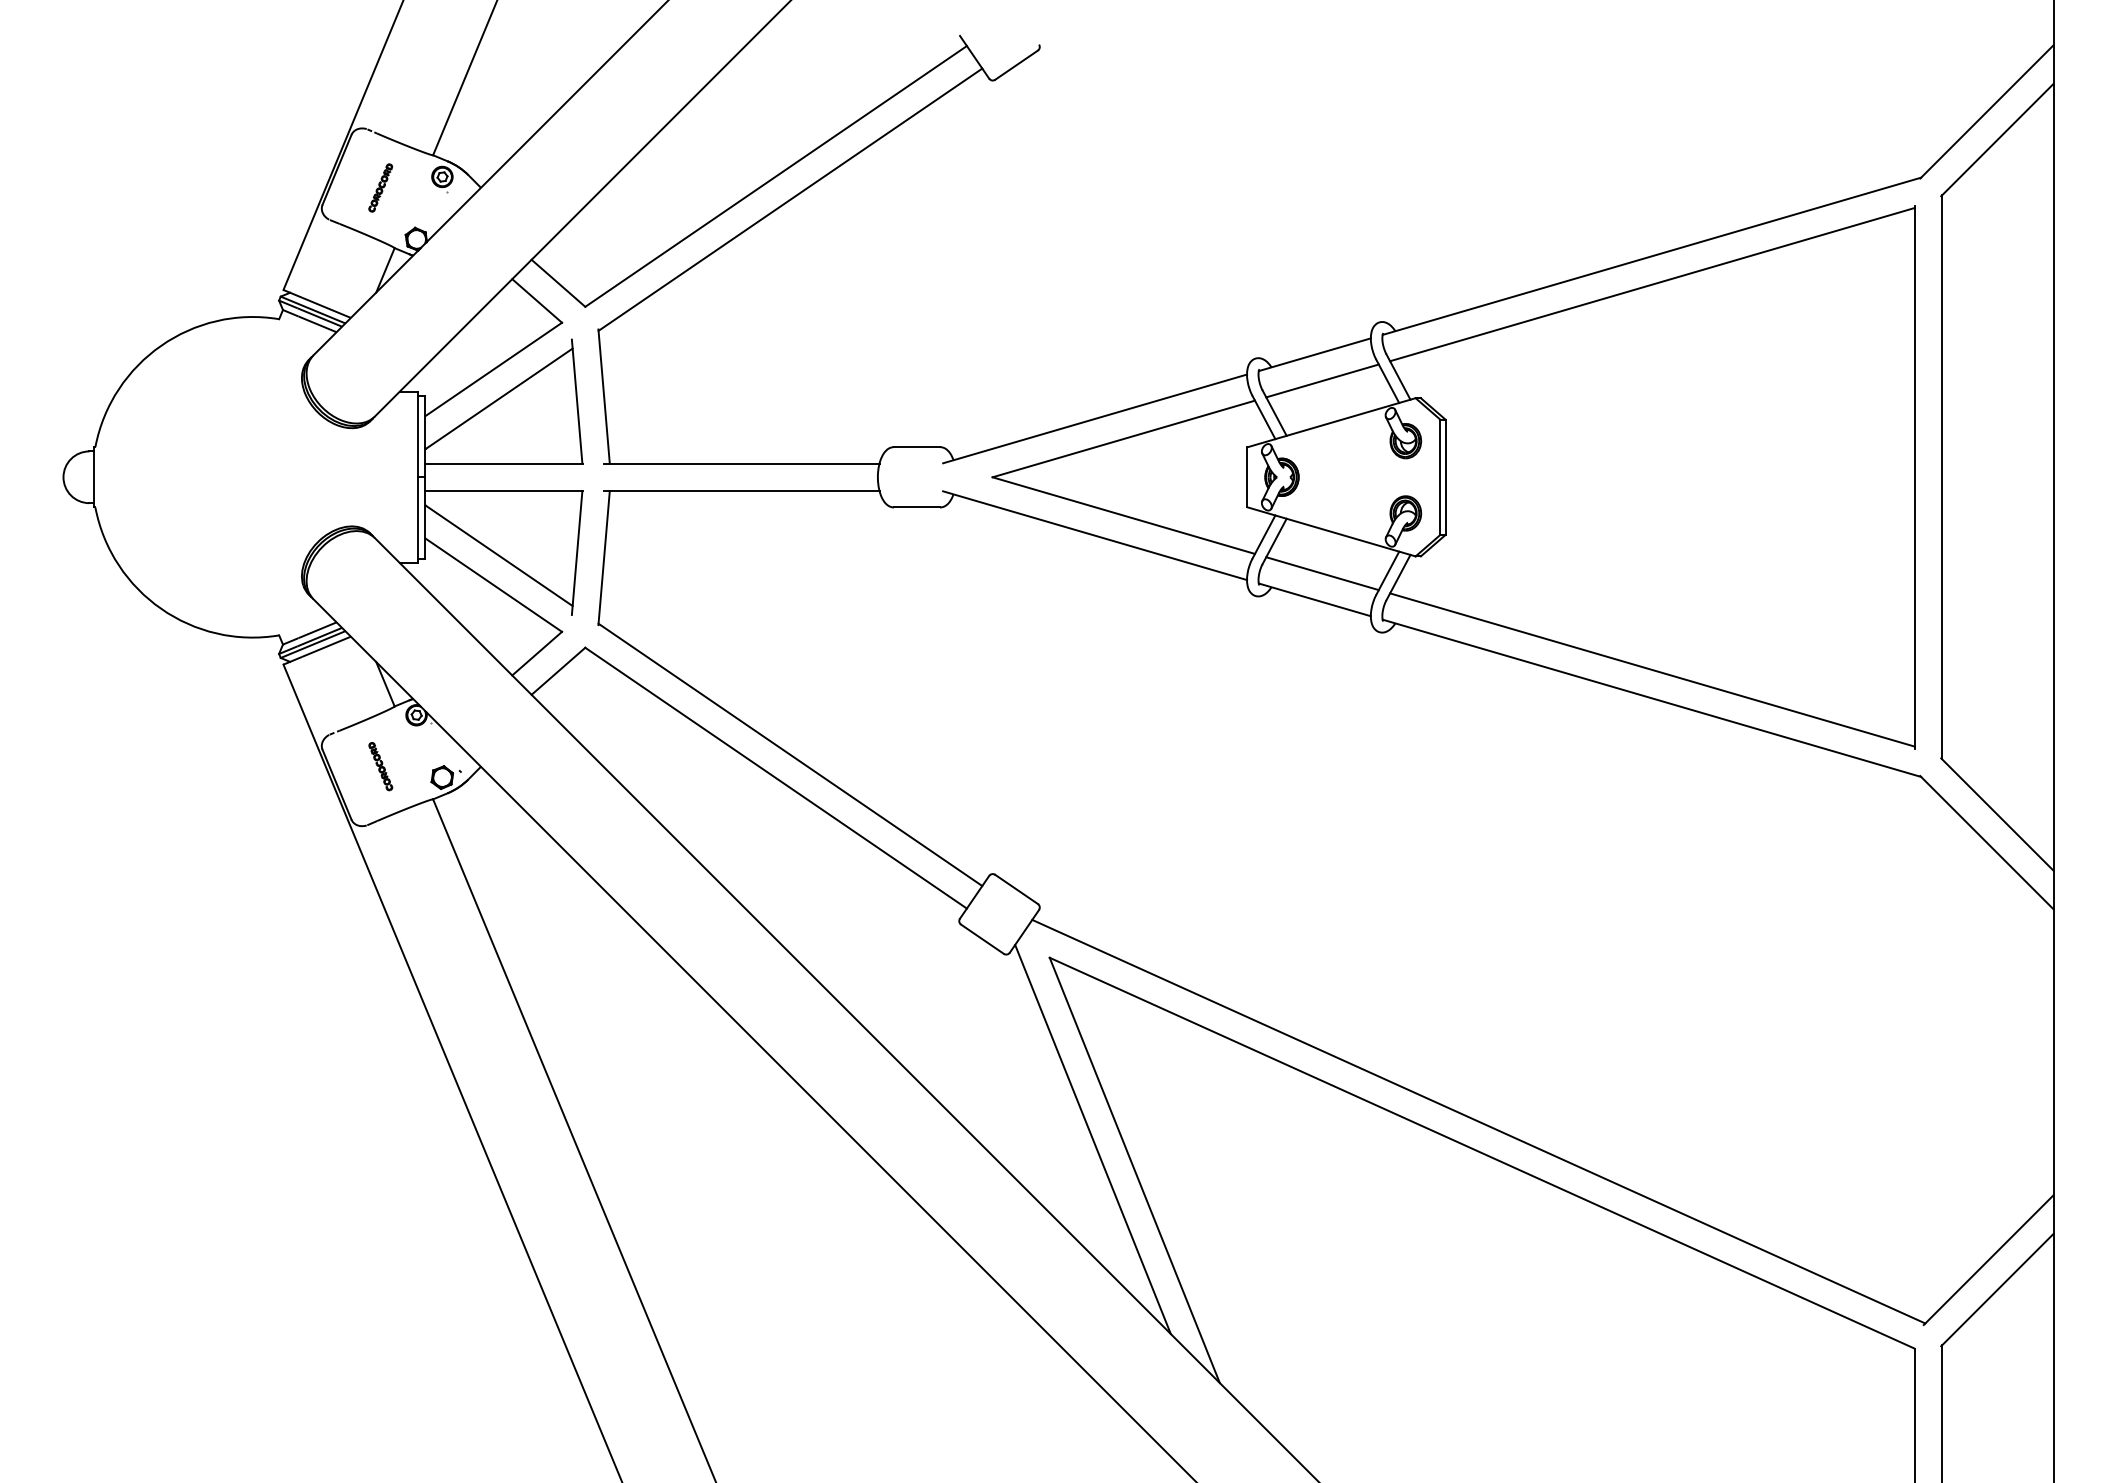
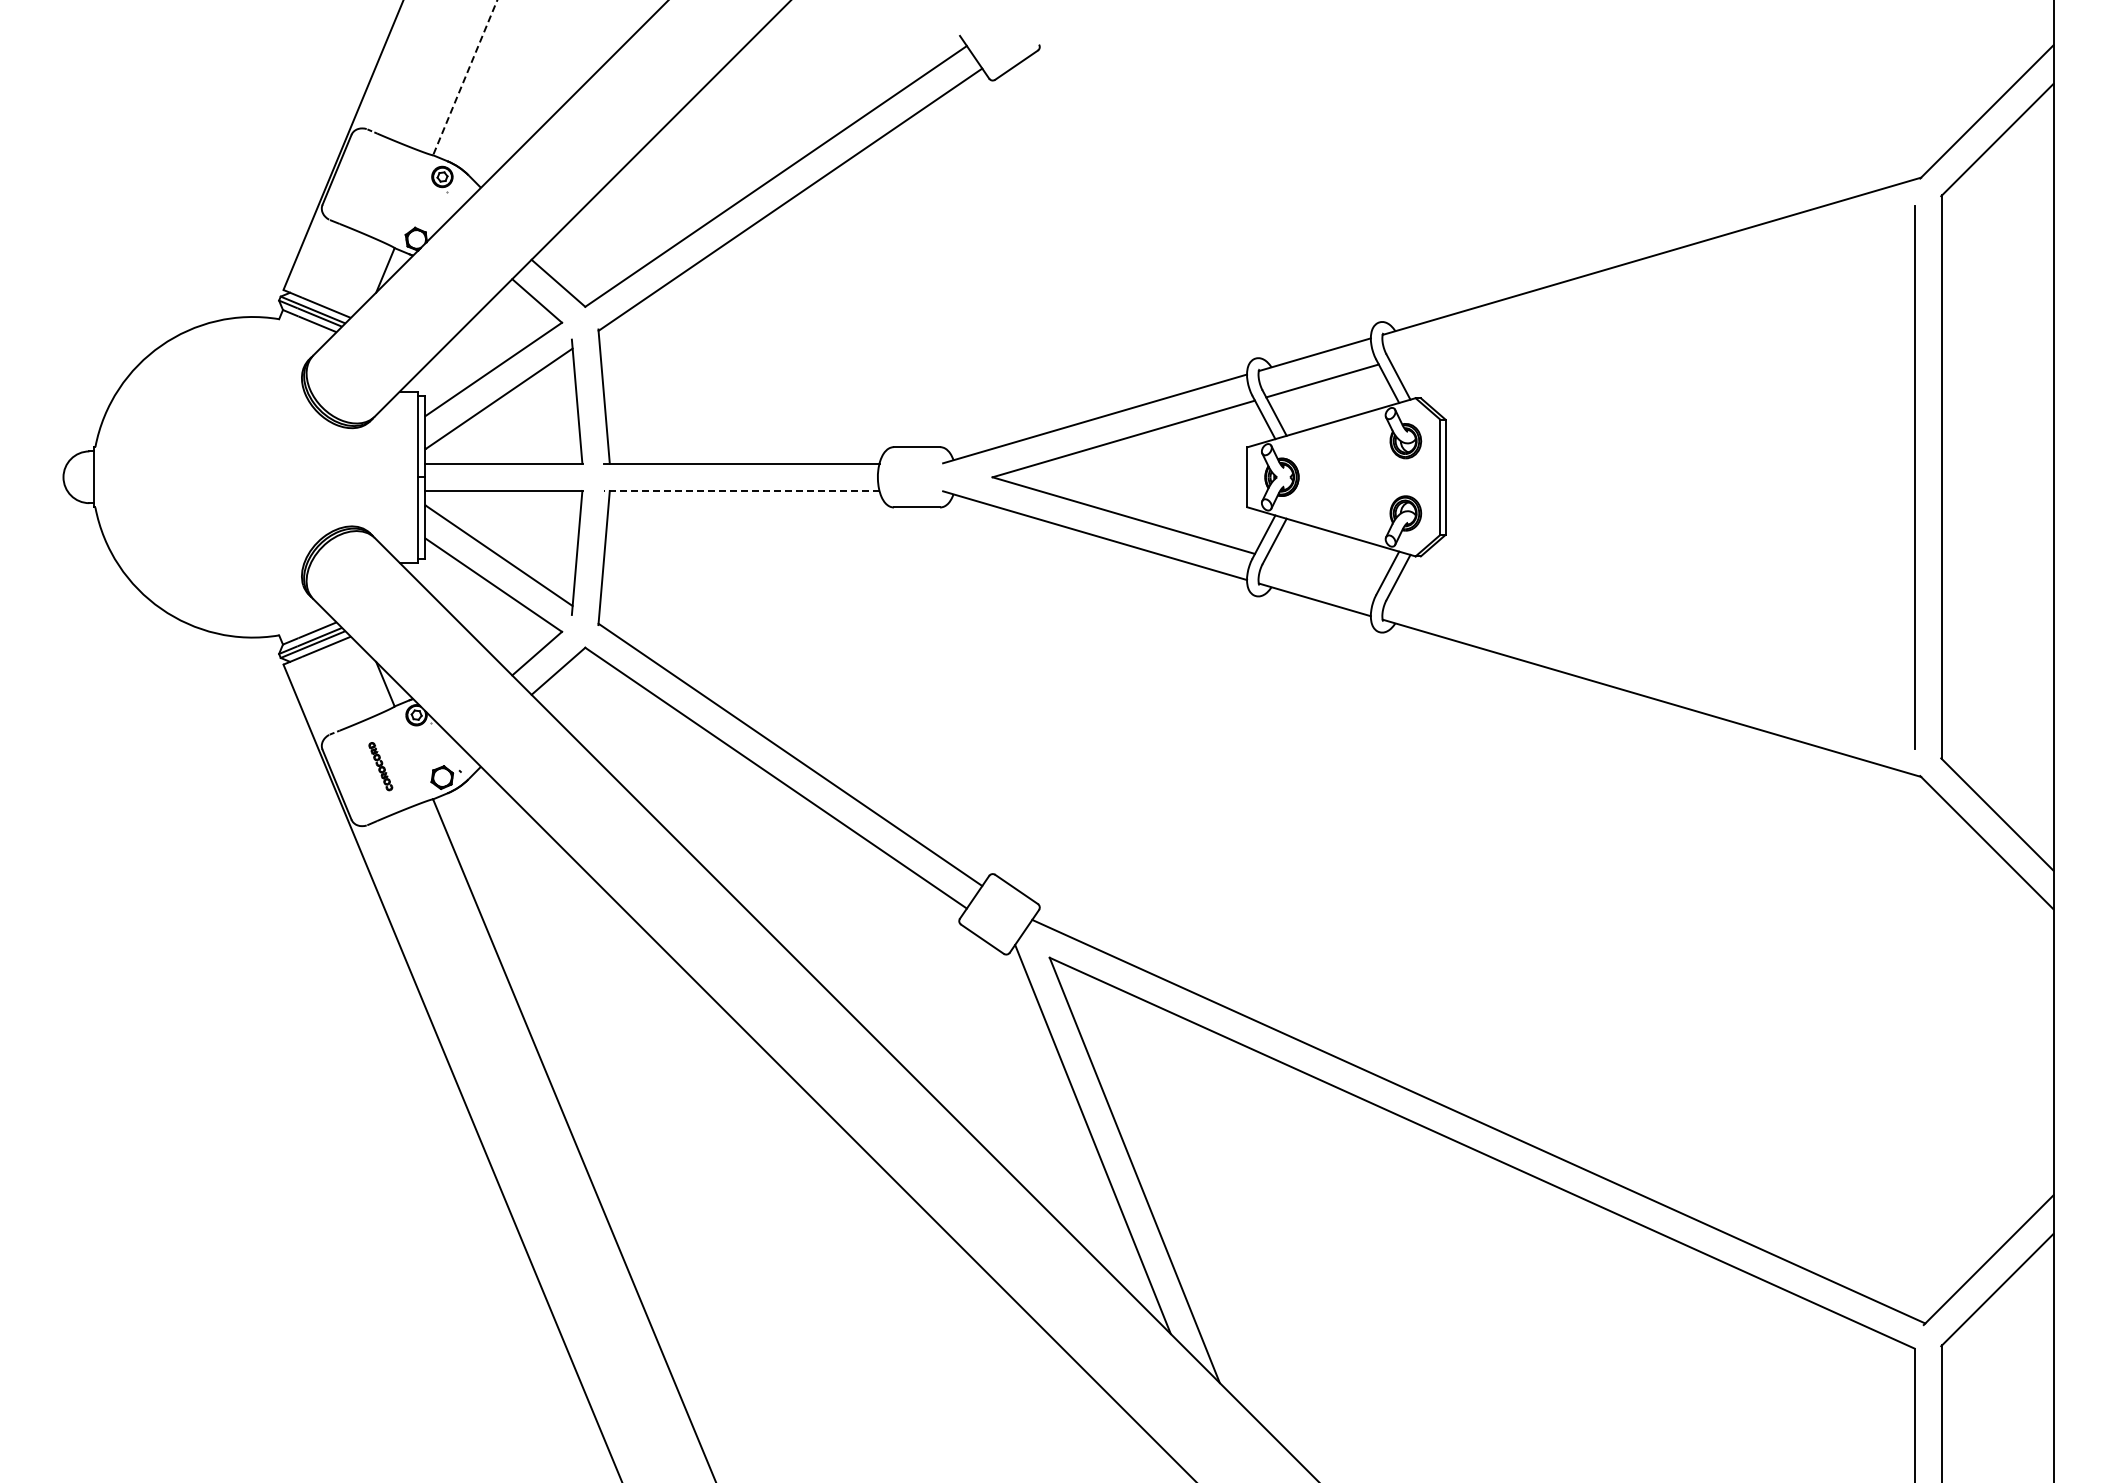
line at (465, 77): solid -> dashed
part at (380, 187): present -> none
line at (1652, 284): present -> none
line at (741, 490): solid -> dashed
line at (1322, 573): present -> none
line at (1652, 669): present -> none
